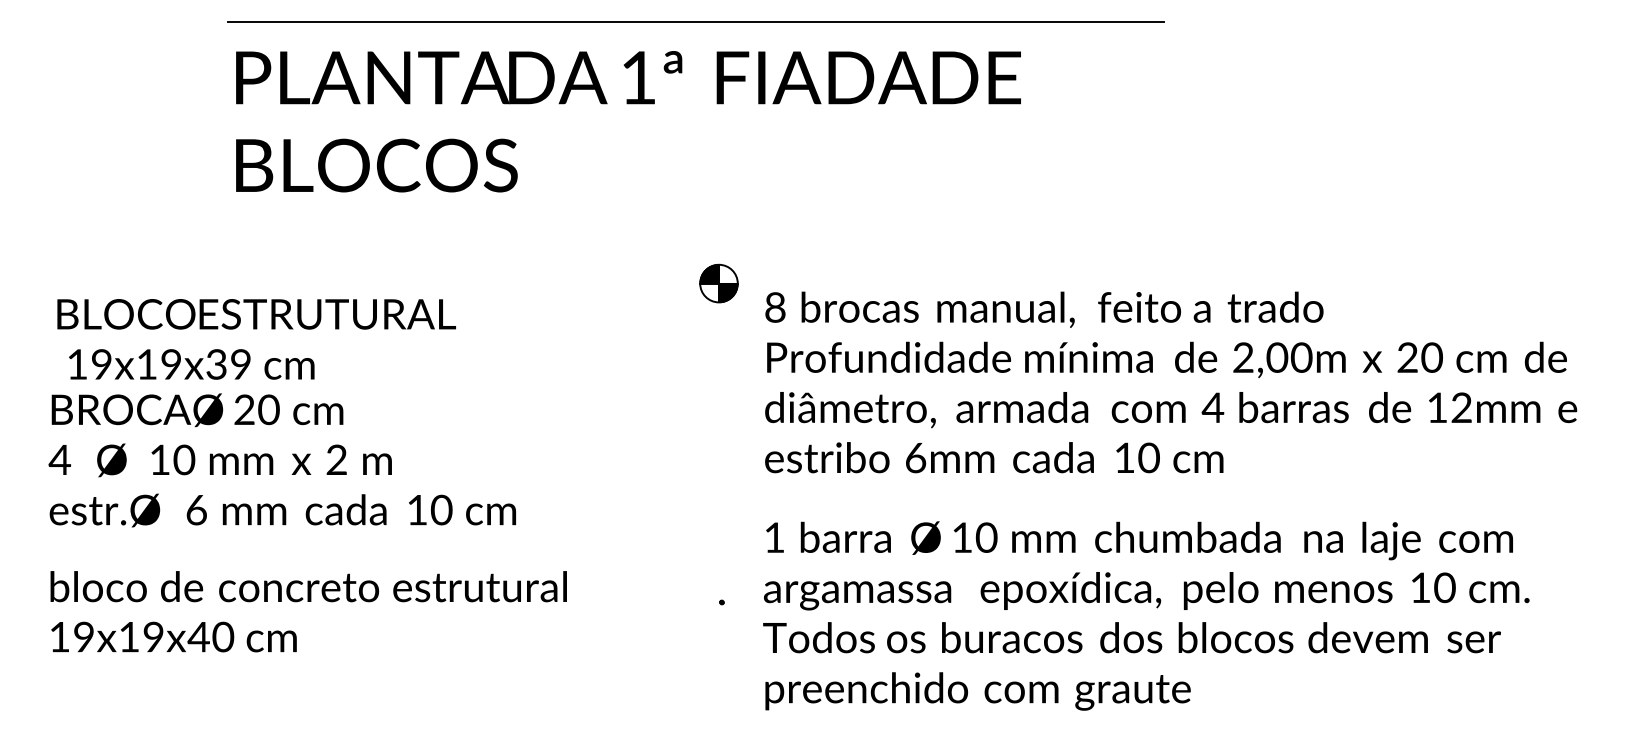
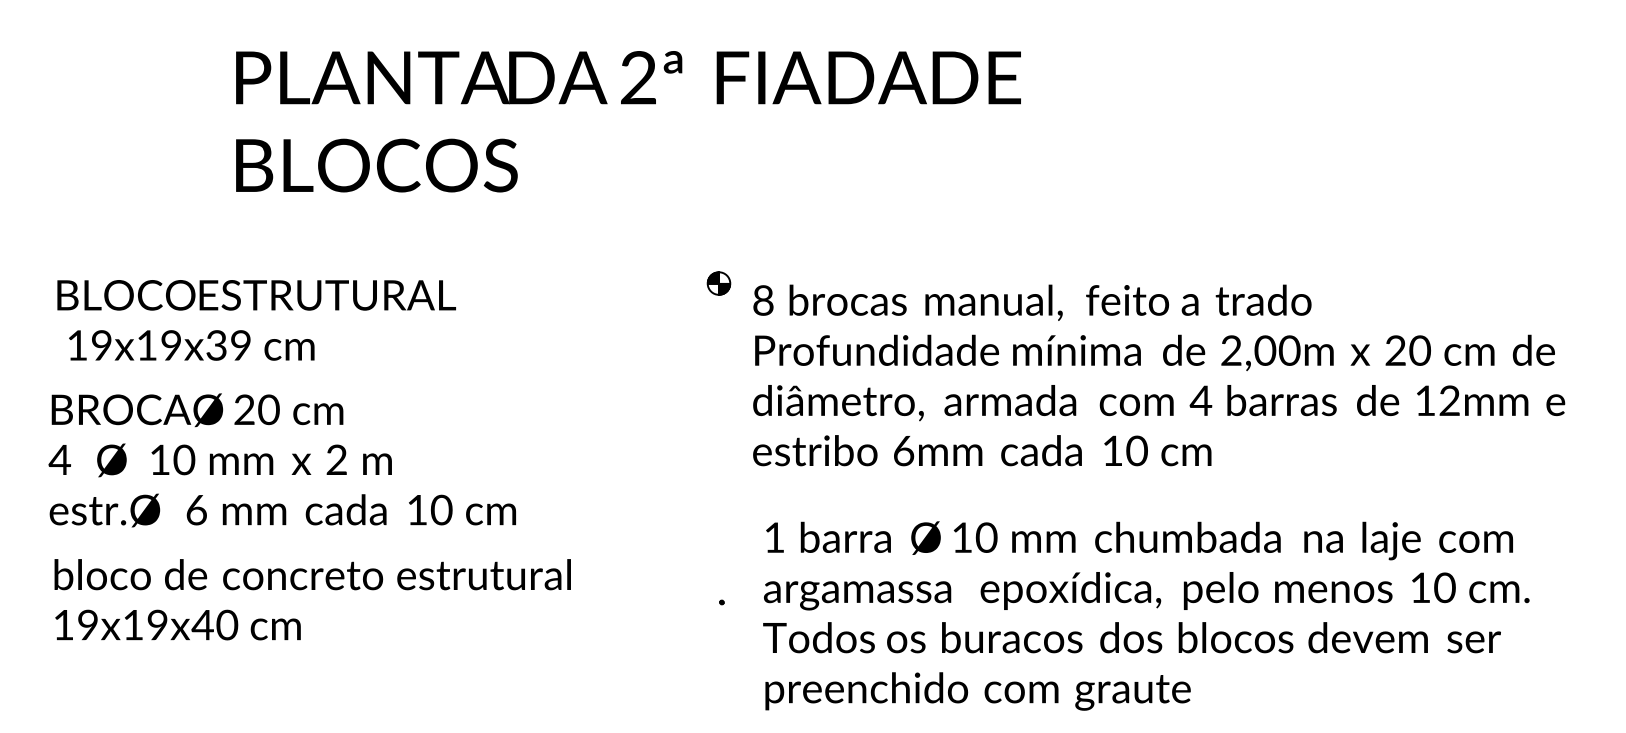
line at (695, 22): present -> none
text at (638, 77): 1ª -> 2ª
part at (718, 283) size: 40x41 px -> 26x25 px
text at (256, 339) position: (256, 339) -> (256, 320)
text at (1171, 382) position: (1171, 382) -> (1159, 375)
text at (308, 611) position: (308, 611) -> (312, 599)
